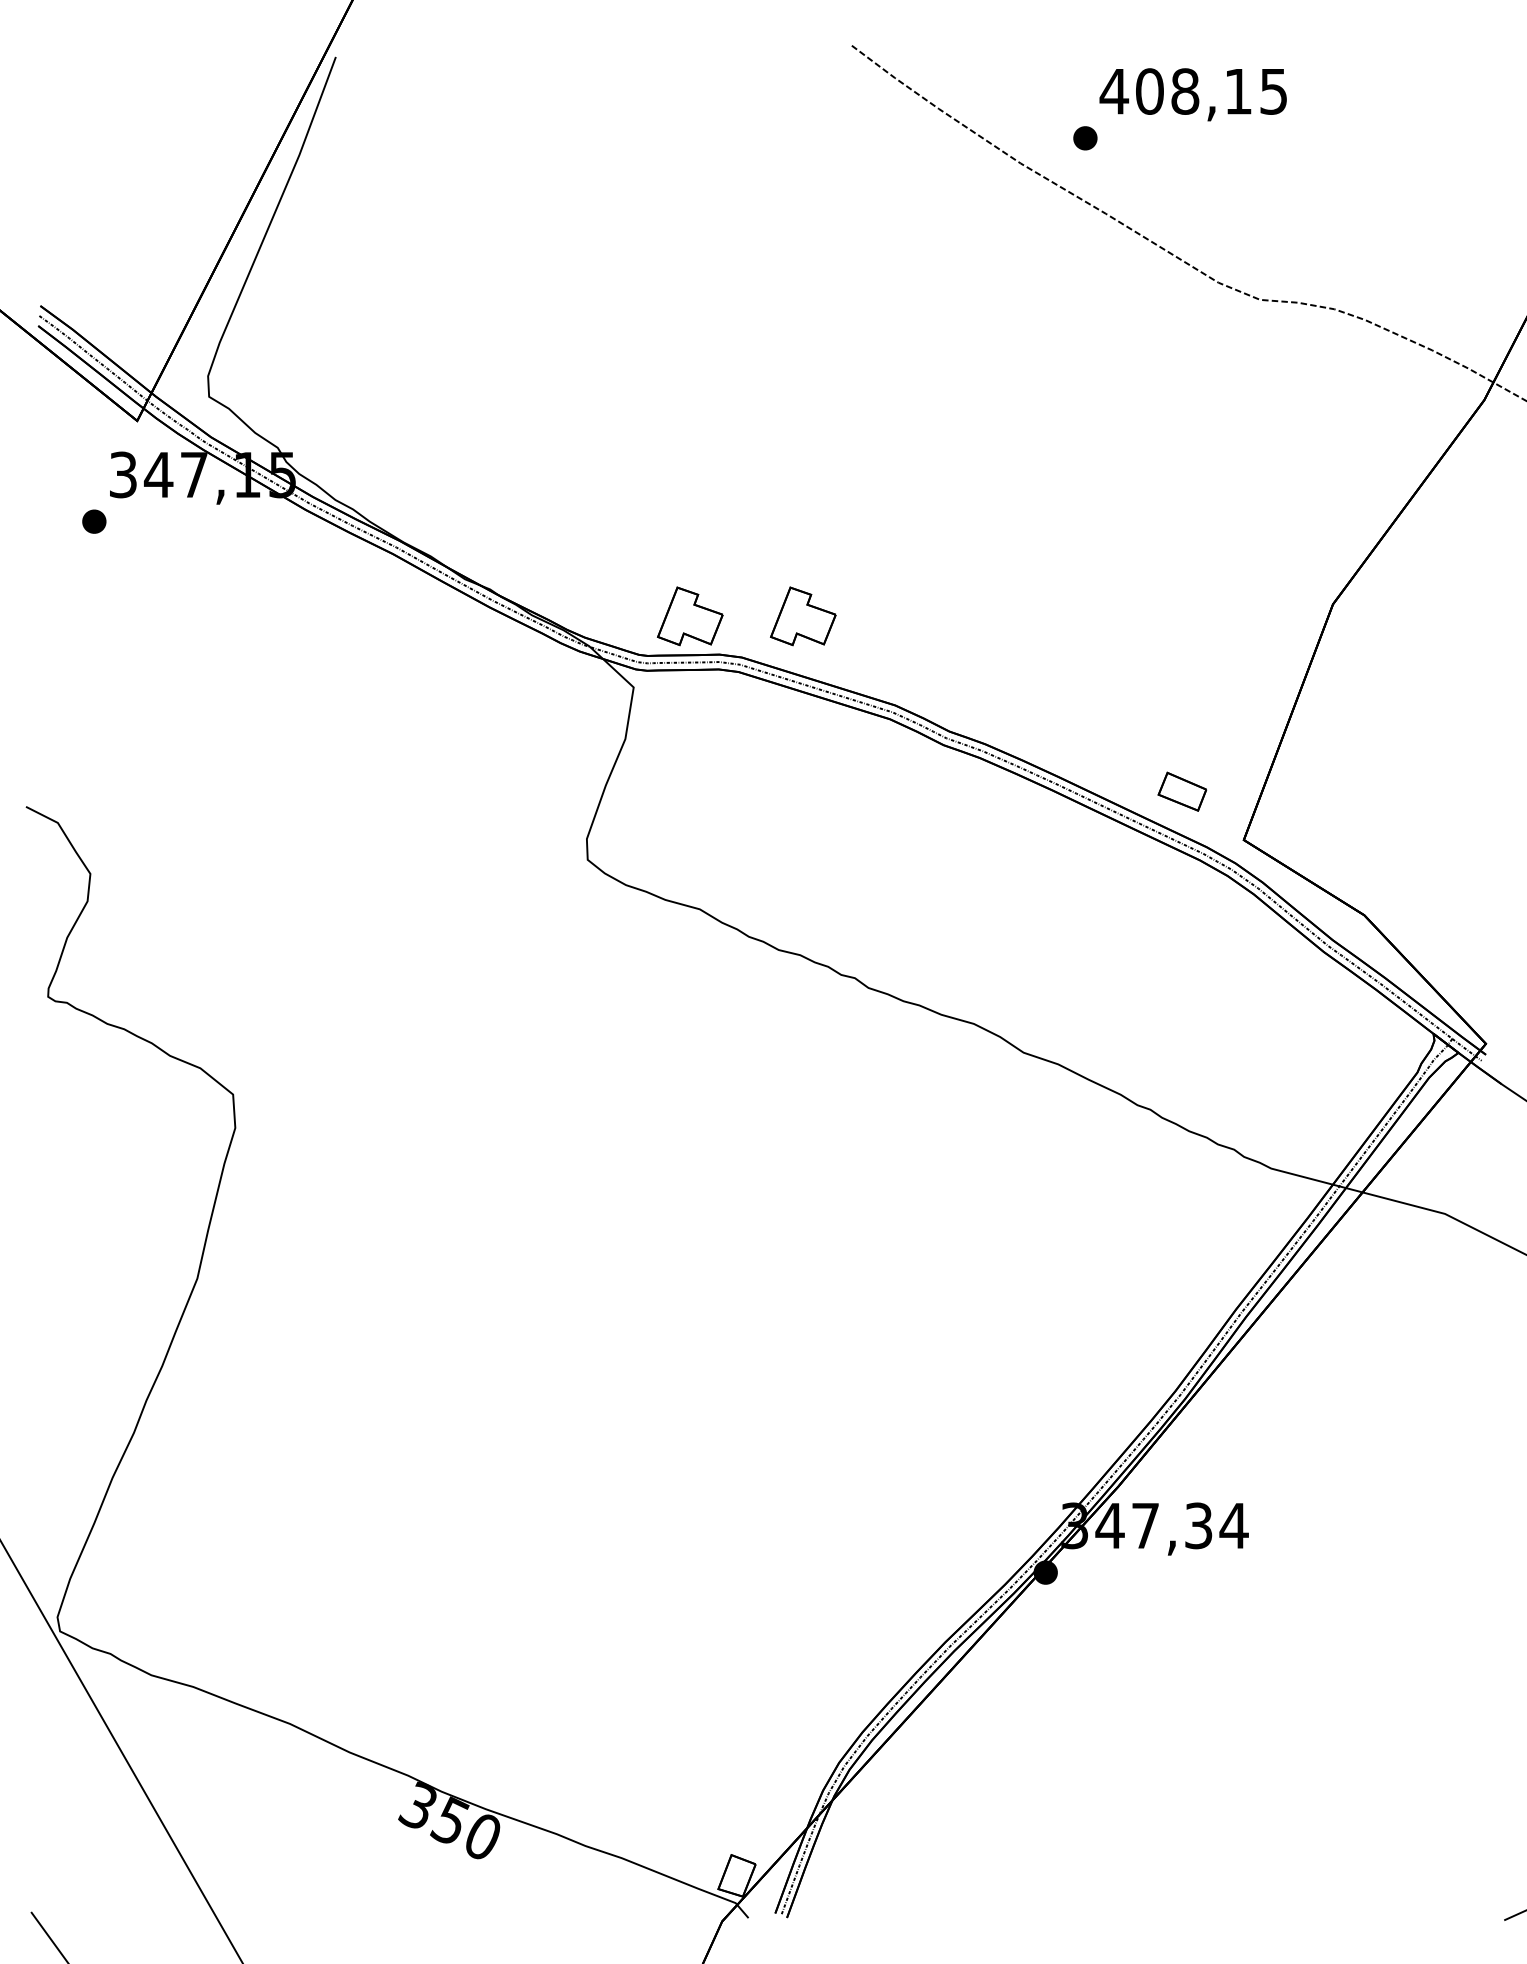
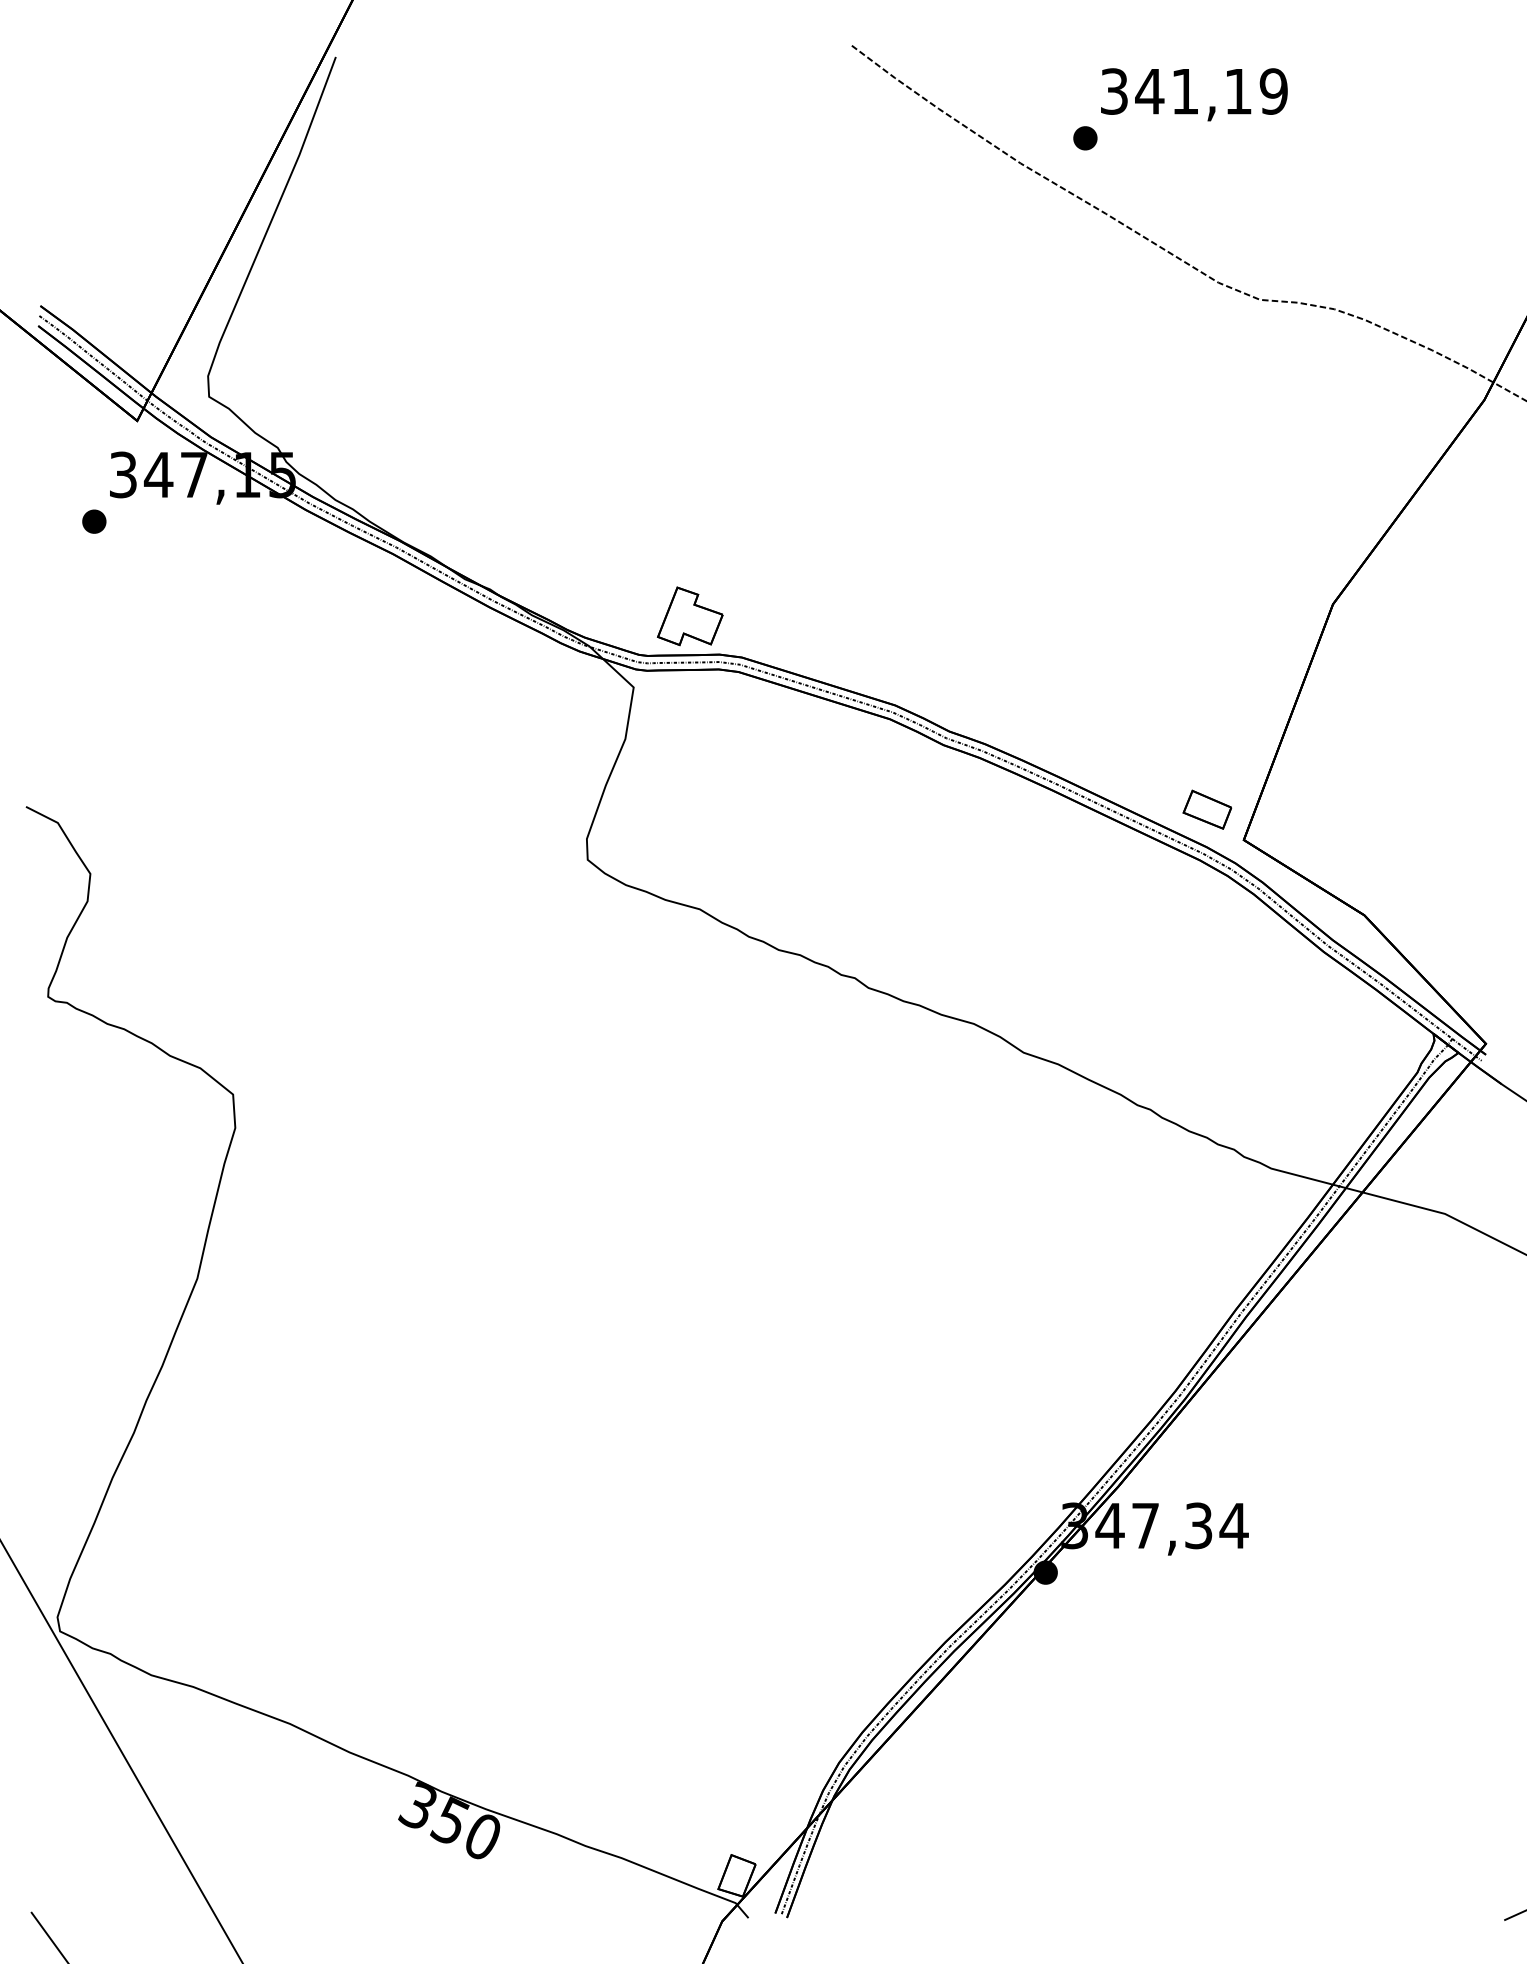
text at (1193, 91): 408,15 -> 341,19
part at (803, 616): present -> none
part at (1182, 791) position: (1182, 791) -> (1207, 809)
